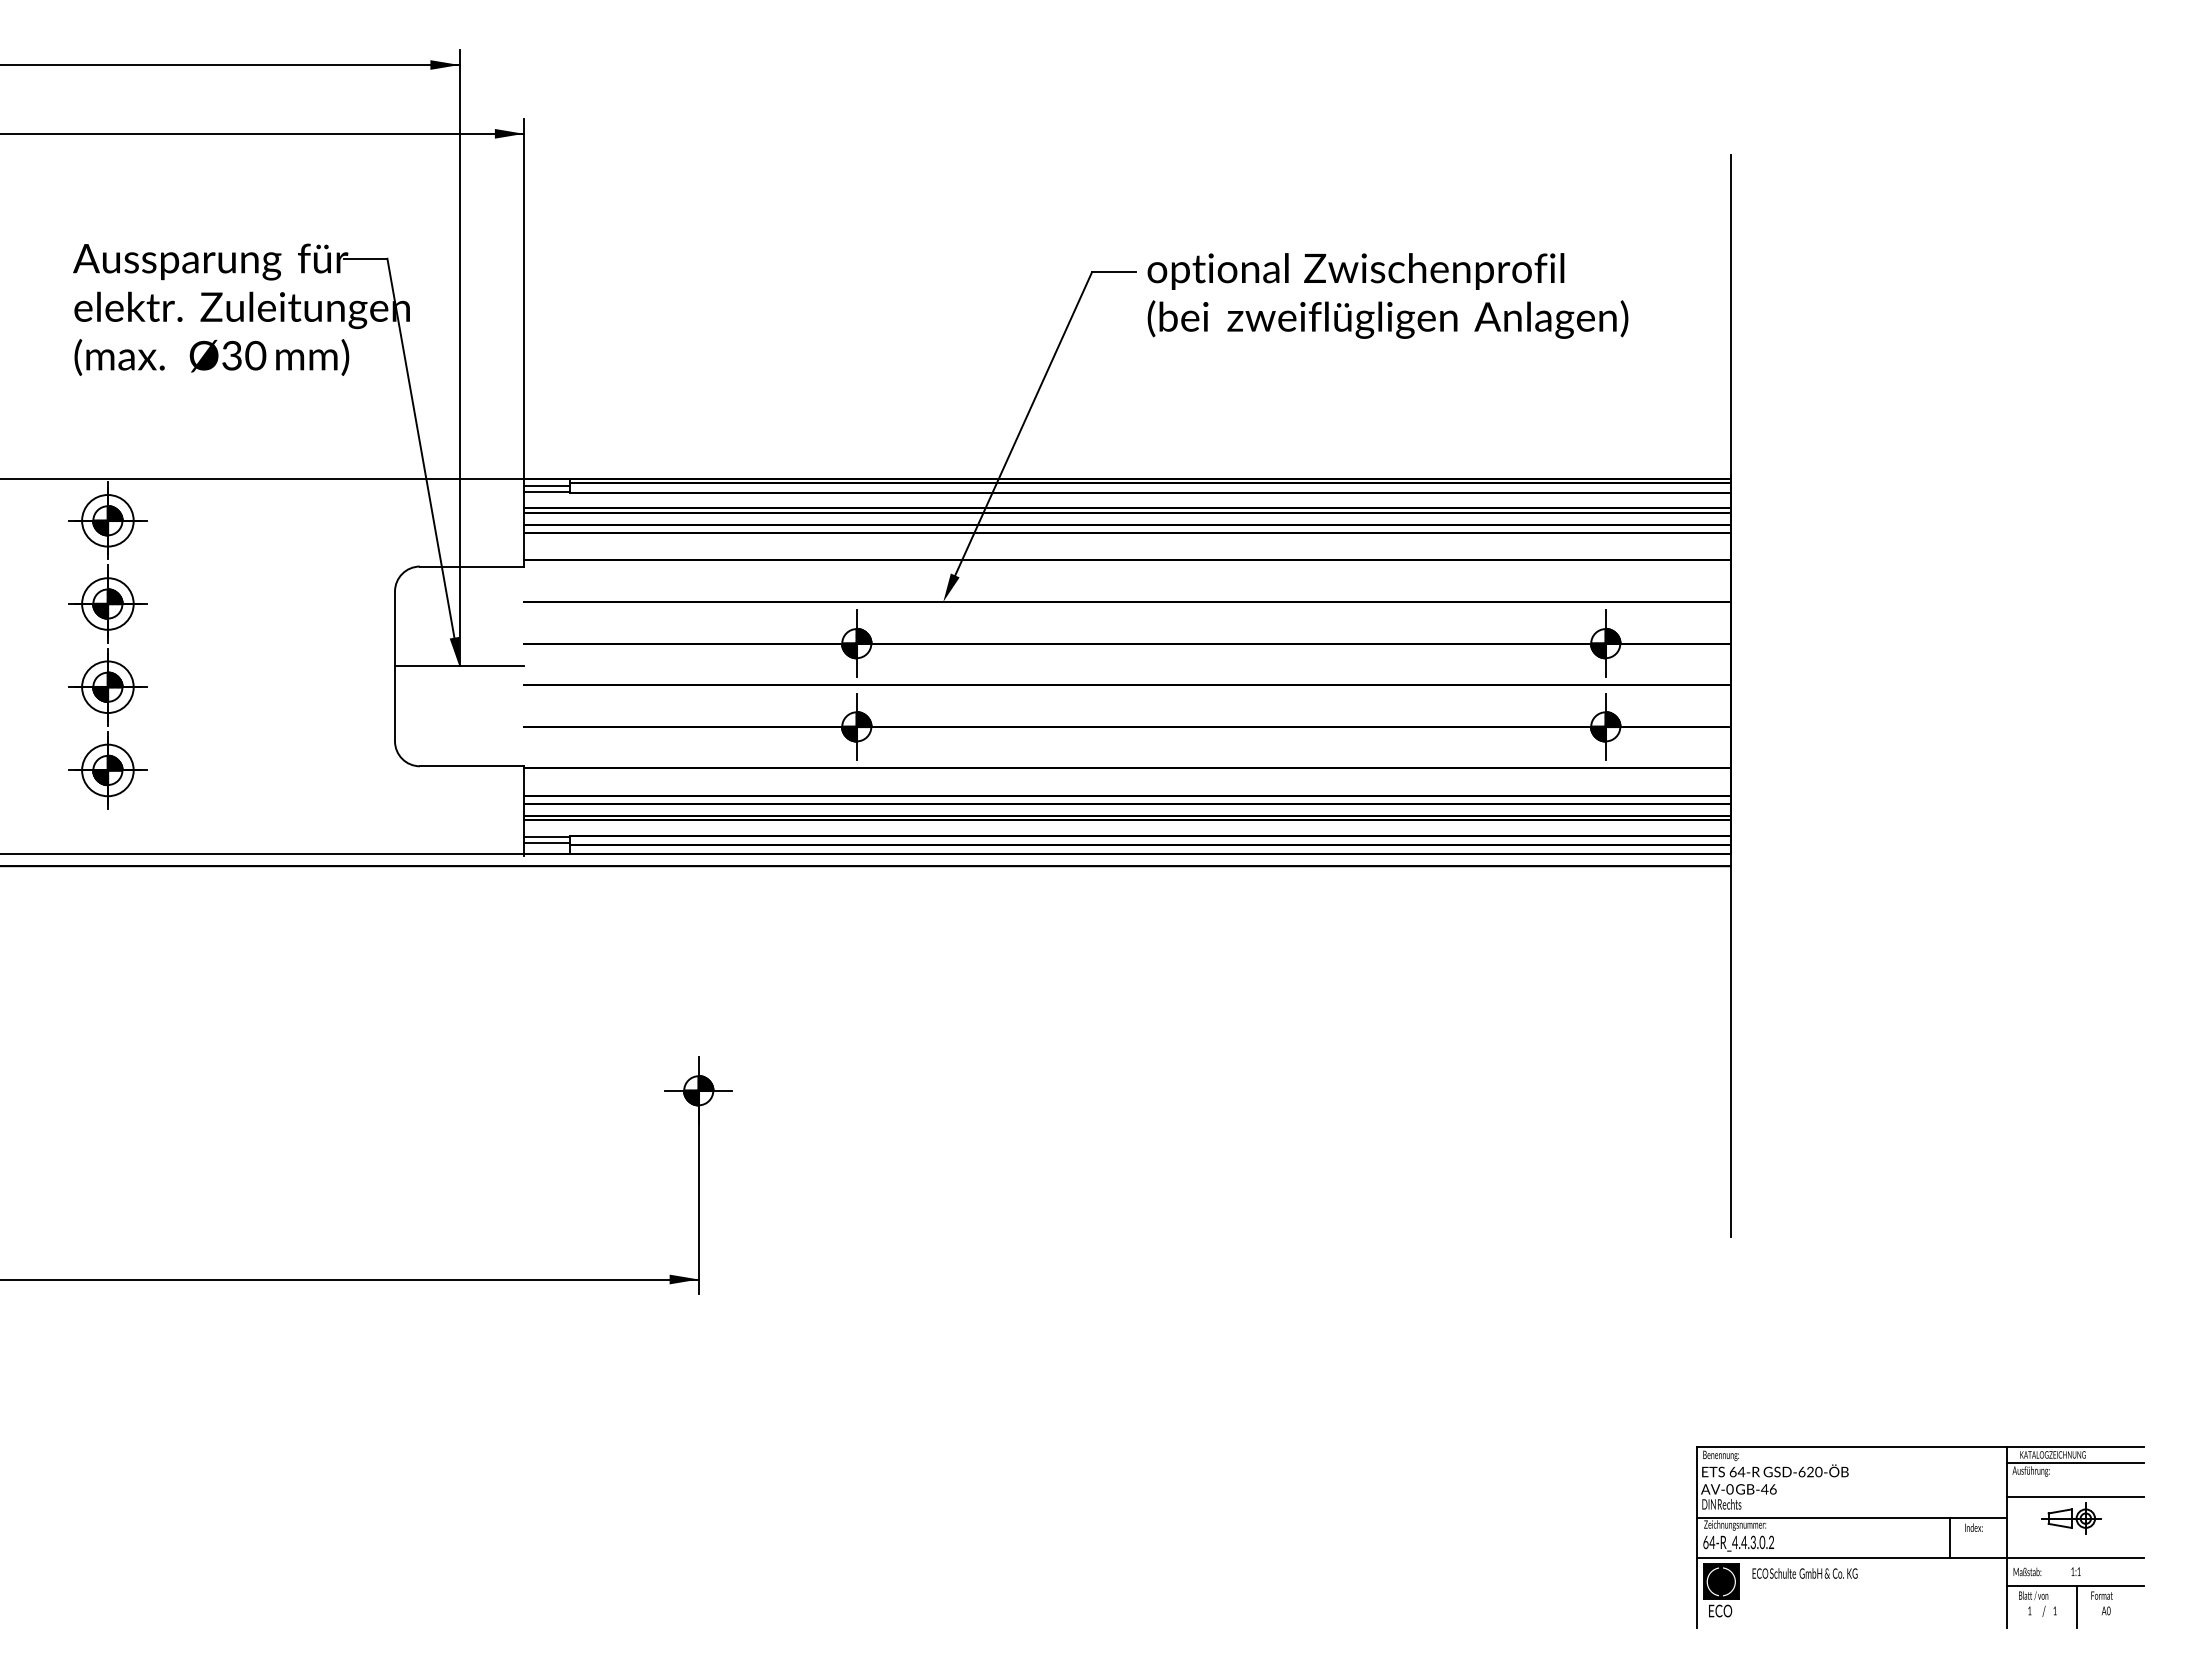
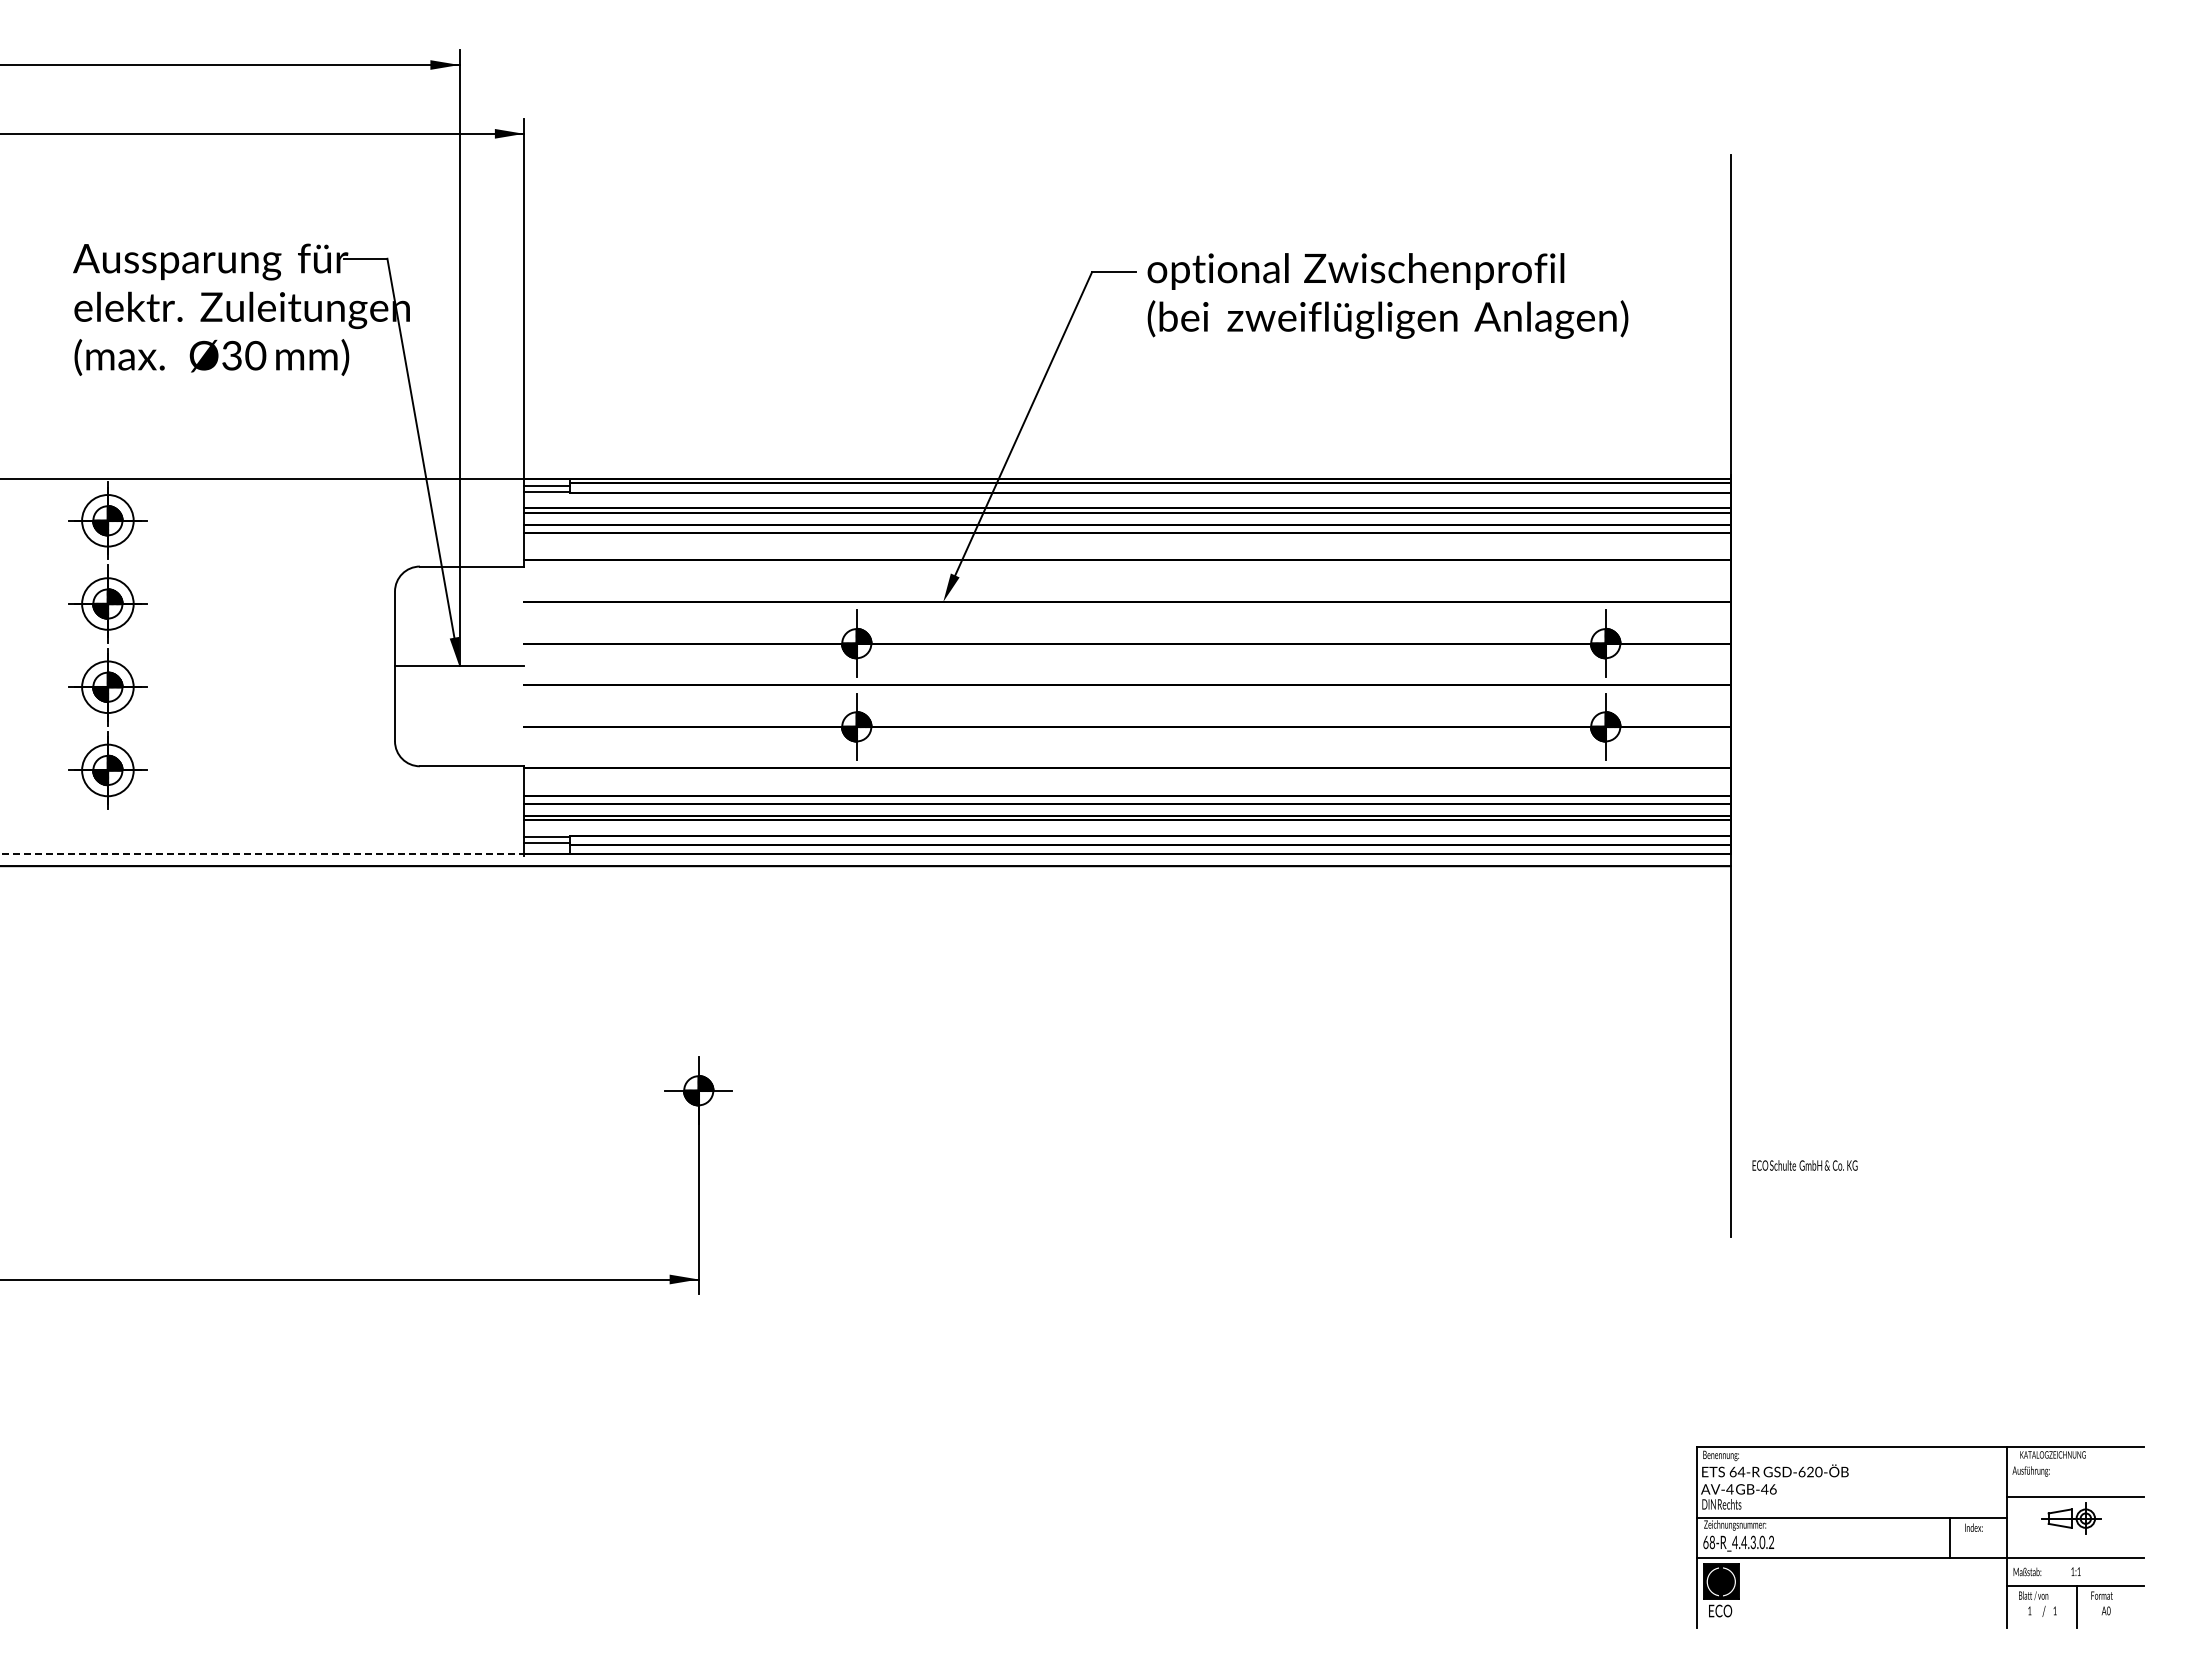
line at (262, 853): solid -> dashed
line at (2074, 1463): present -> none
text at (1729, 1489): AV-0 -> AV-4
text at (1712, 1542): 64-R_4.4.3.0.2 -> 68-R_4.4.3.0.2
text at (1804, 1573) position: (1804, 1573) -> (1804, 1165)
